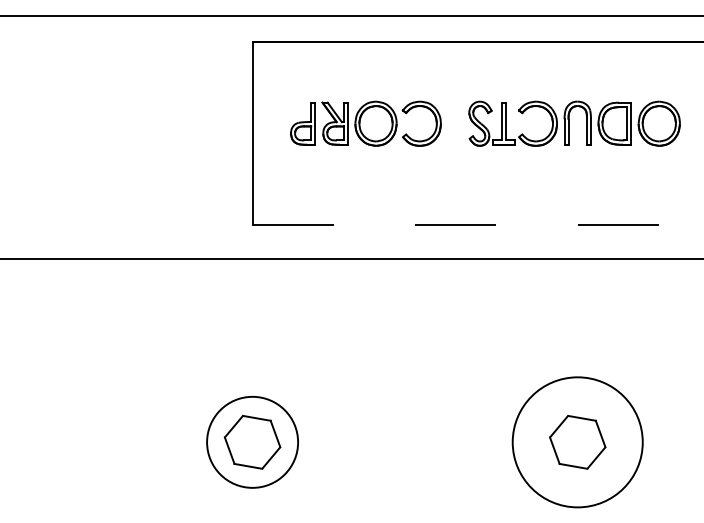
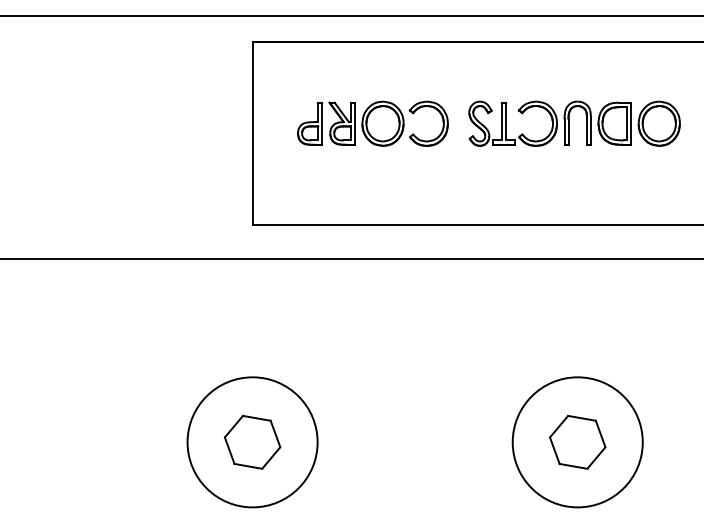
part at (365, 123) position: (365, 123) -> (372, 123)
line at (478, 224): dashed -> solid
circle at (252, 441) diameter: 91 px -> 130 px
